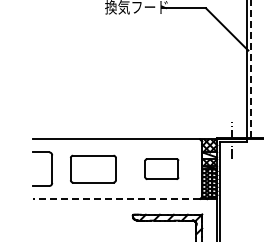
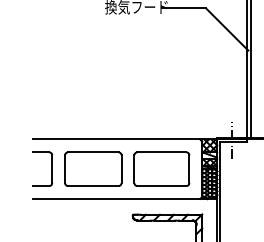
line at (251, 69): dashed -> solid
part at (93, 168) size: 47x30 px -> 59x36 px
part at (161, 168) size: 36x22 px -> 58x36 px
line at (116, 198): dashed -> solid
